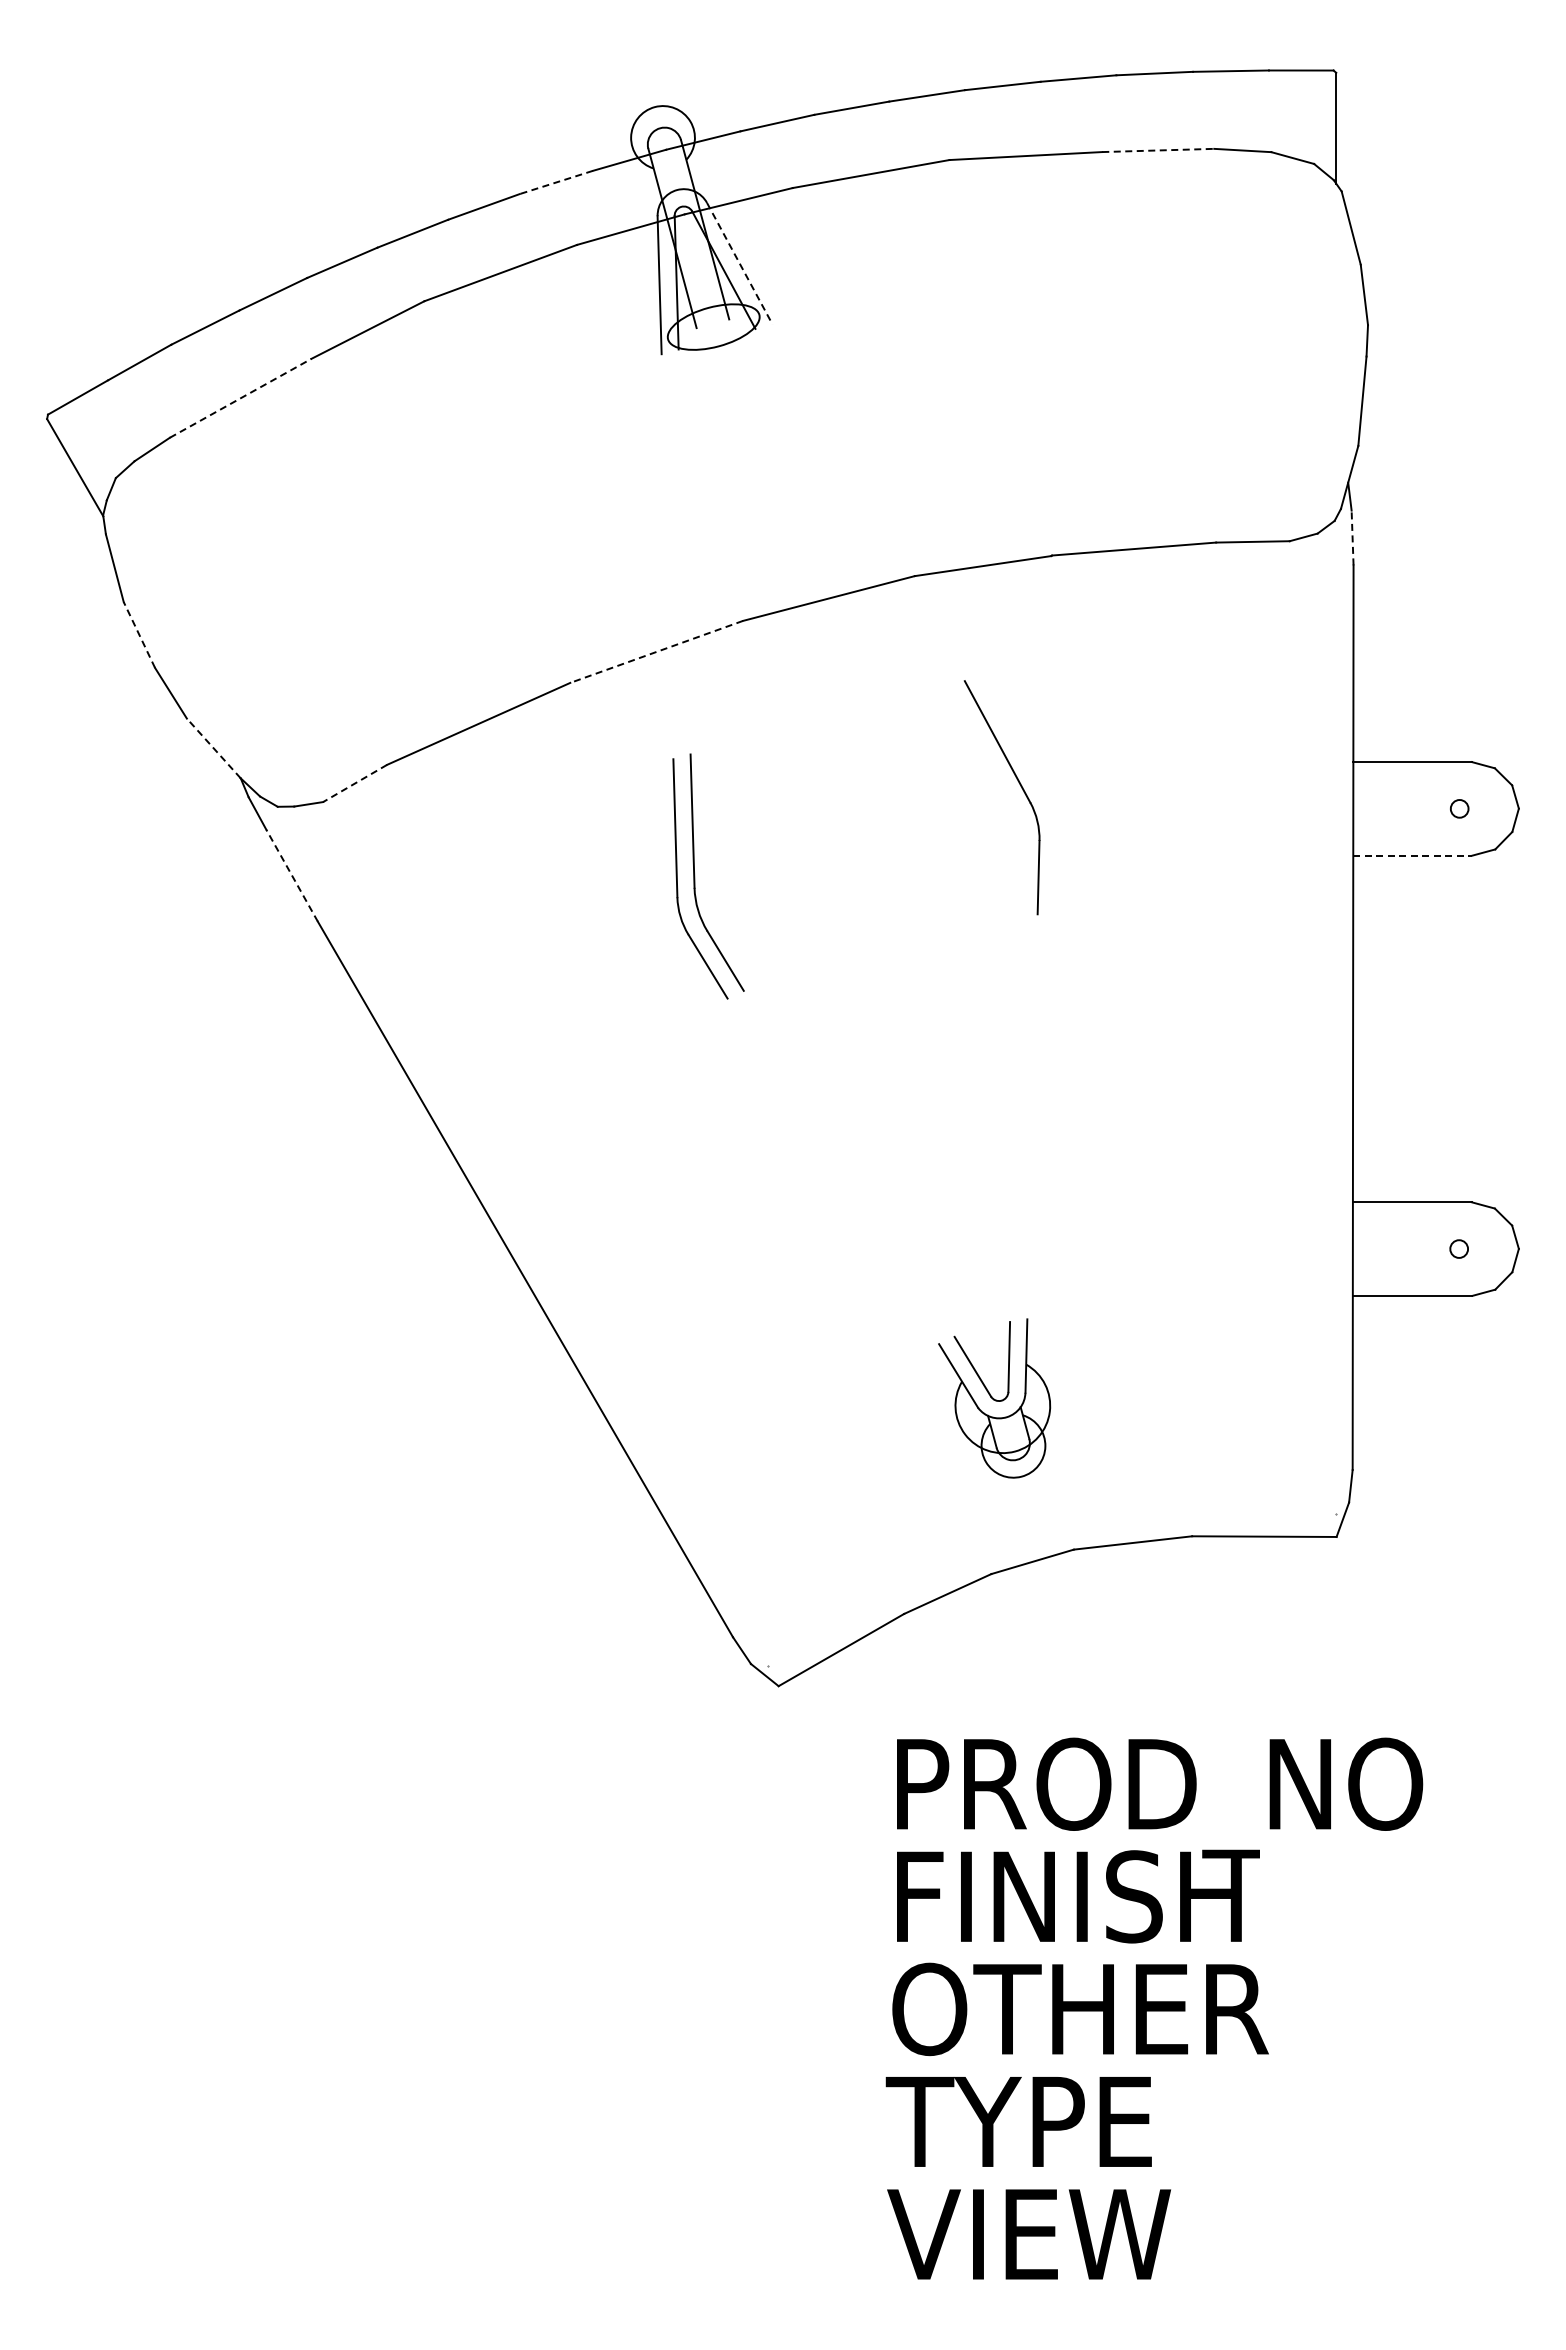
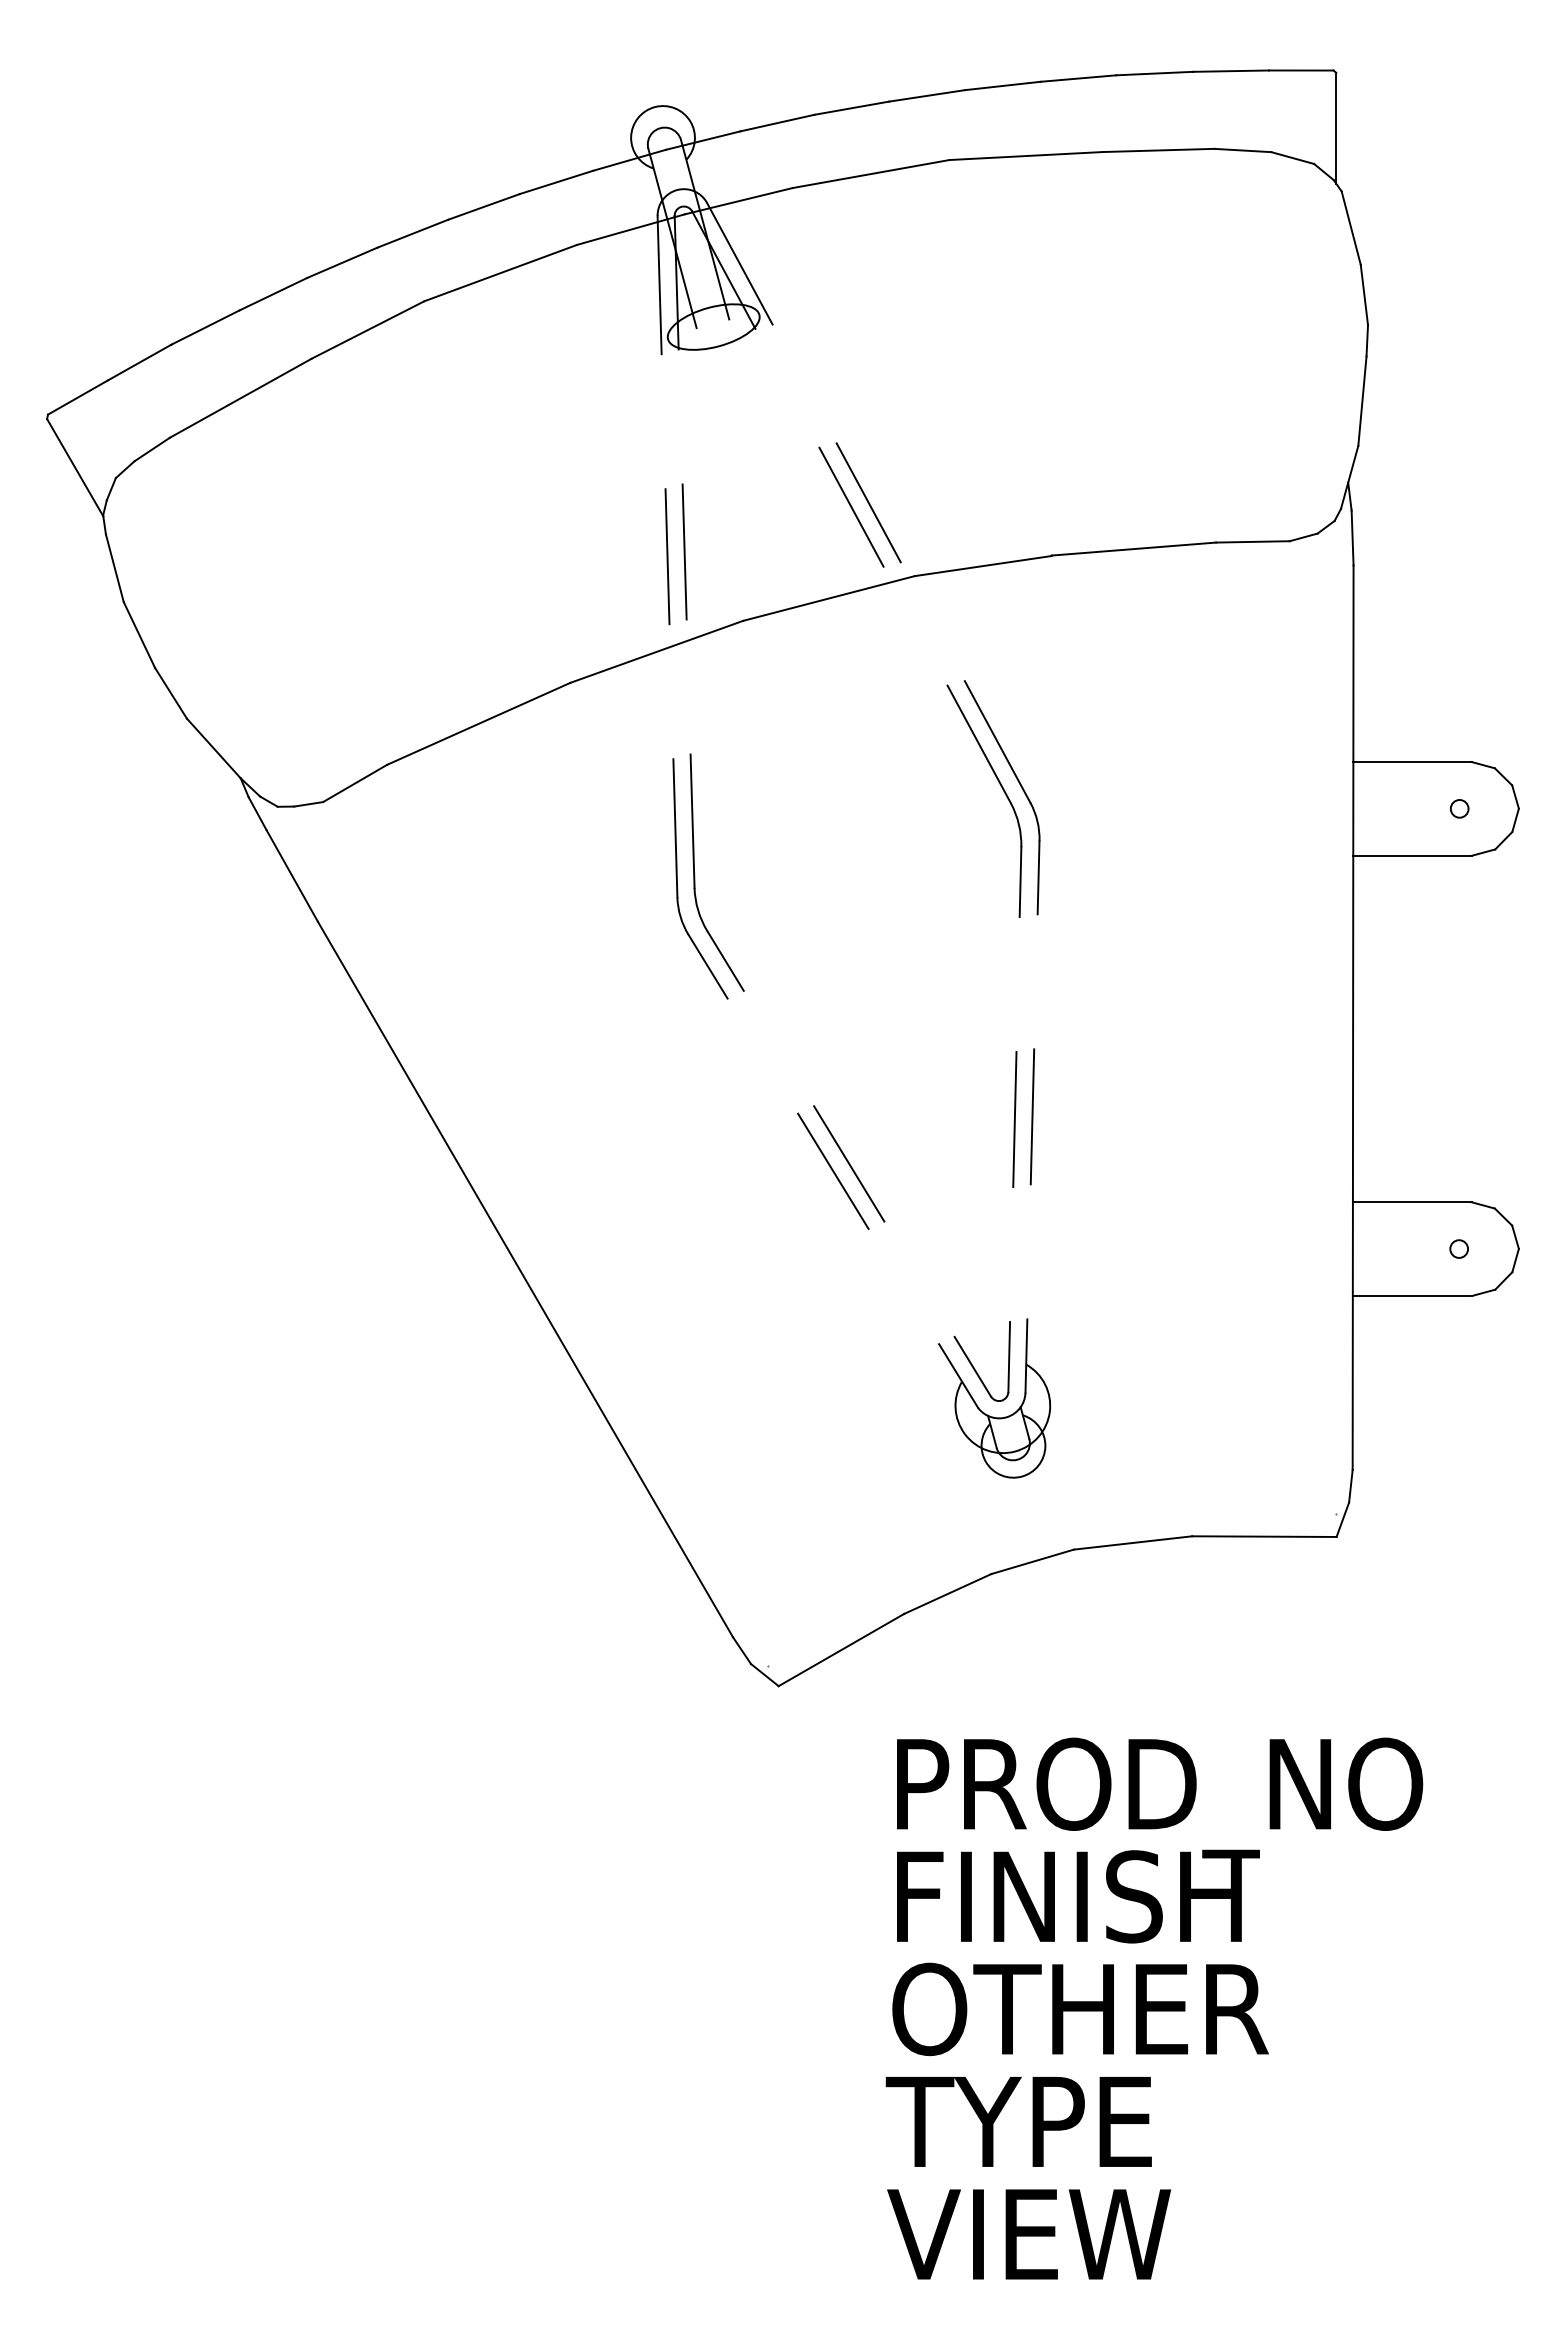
line at (1158, 150): dashed -> solid
line at (555, 182): dashed -> solid
line at (740, 264): dashed -> solid
line at (241, 398): dashed -> solid
line at (868, 502): none -> present
line at (851, 506): none -> present
line at (1352, 537): dashed -> solid
line at (684, 551): none -> present
line at (667, 556): none -> present
line at (139, 634): dashed -> solid
line at (656, 651): dashed -> solid
line at (213, 748): dashed -> solid
line at (355, 783): dashed -> solid
part at (1001, 788): none -> present
line at (1412, 855): dashed -> solid
line at (292, 875): dashed -> solid
line at (1032, 1116): none -> present
line at (1014, 1119): none -> present
line at (849, 1163): none -> present
line at (833, 1170): none -> present
